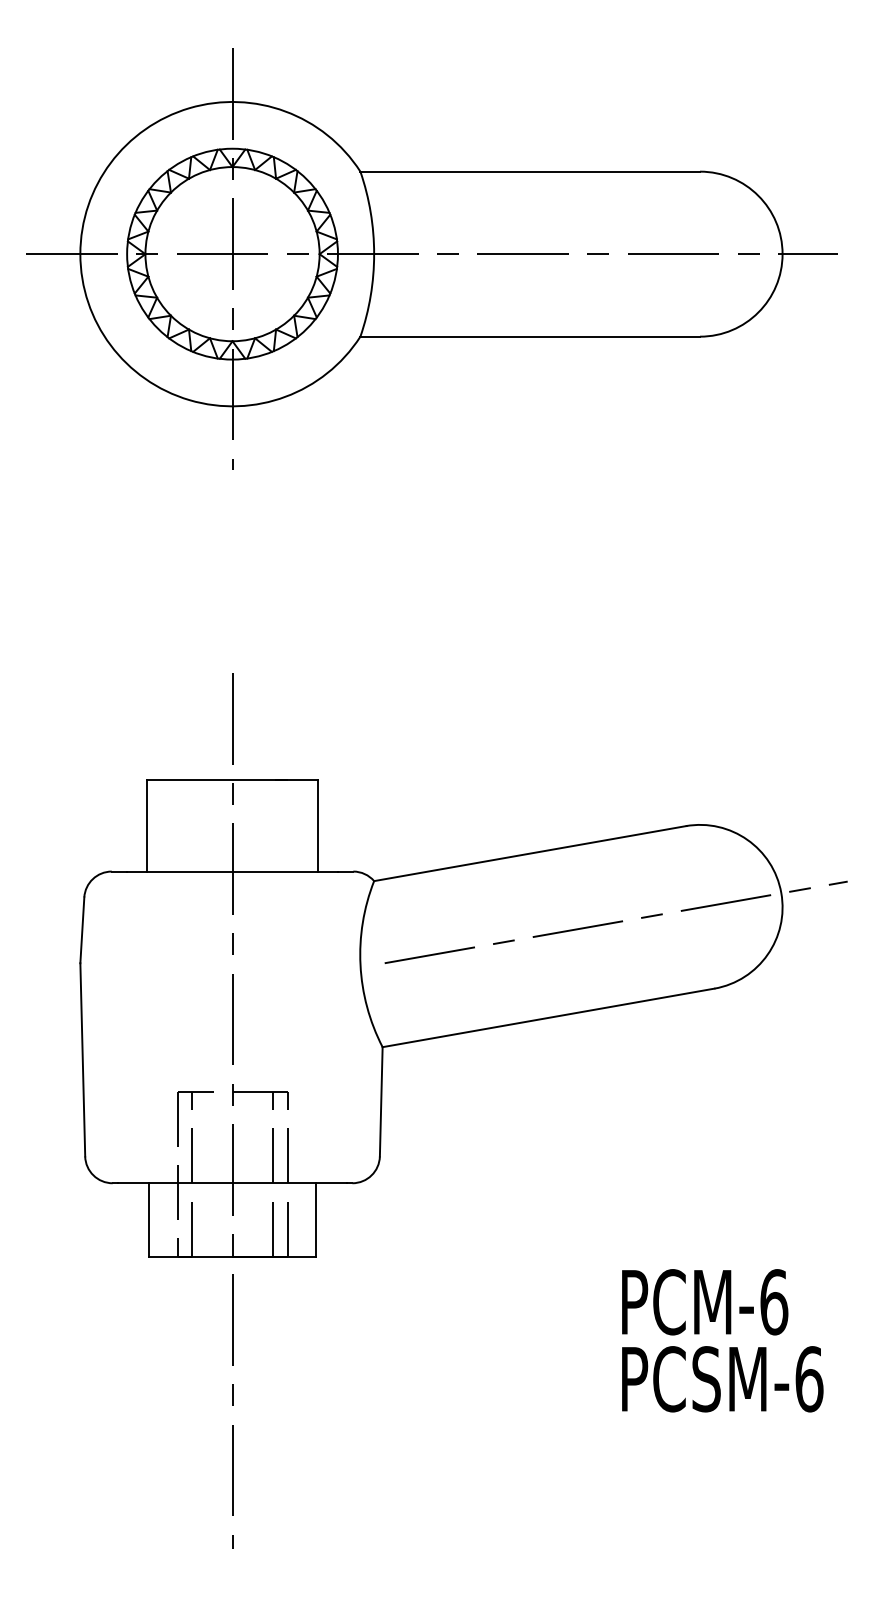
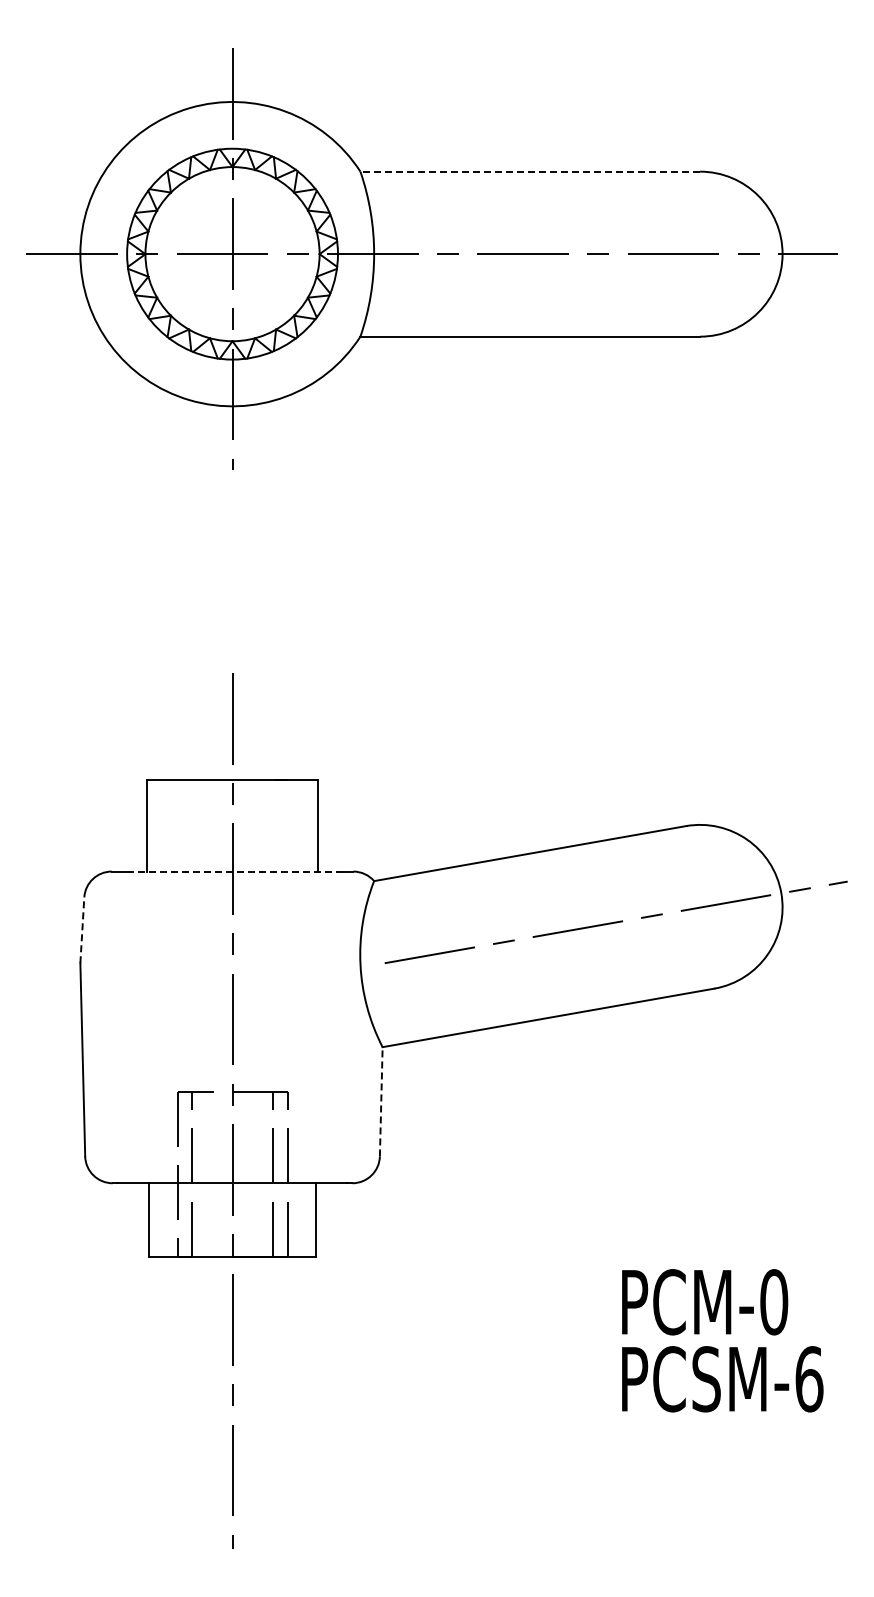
line at (530, 171): solid -> dashed
line at (233, 871): solid -> dashed
line at (82, 930): solid -> dashed
line at (381, 1101): solid -> dashed
text at (774, 1302): PCM-6 -> PCM-0
